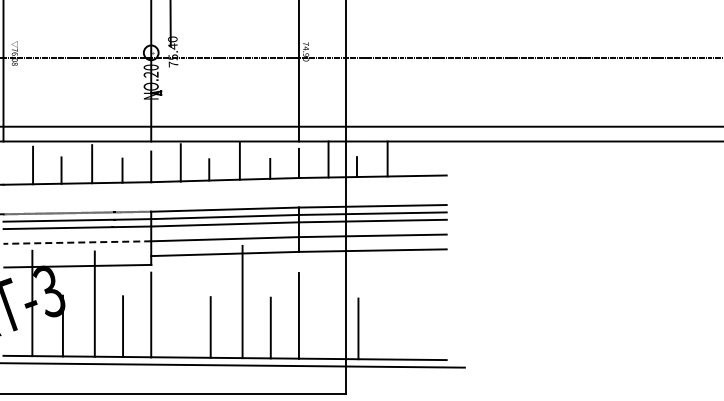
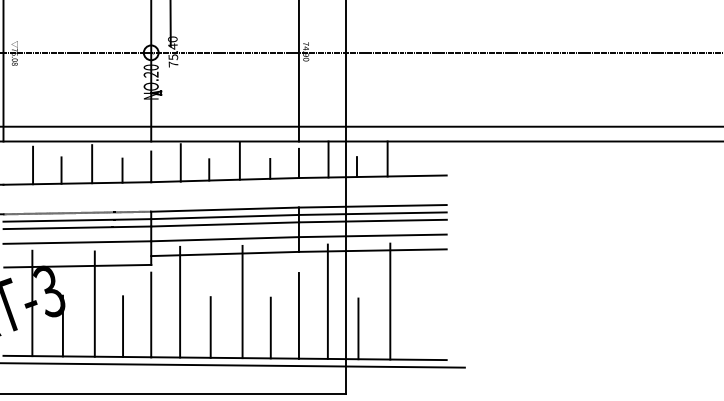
line at (361, 57) position: (361, 57) -> (361, 52)
line at (77, 242): dashed -> solid
line at (180, 301): none -> present
line at (327, 301): none -> present
line at (390, 301): none -> present
